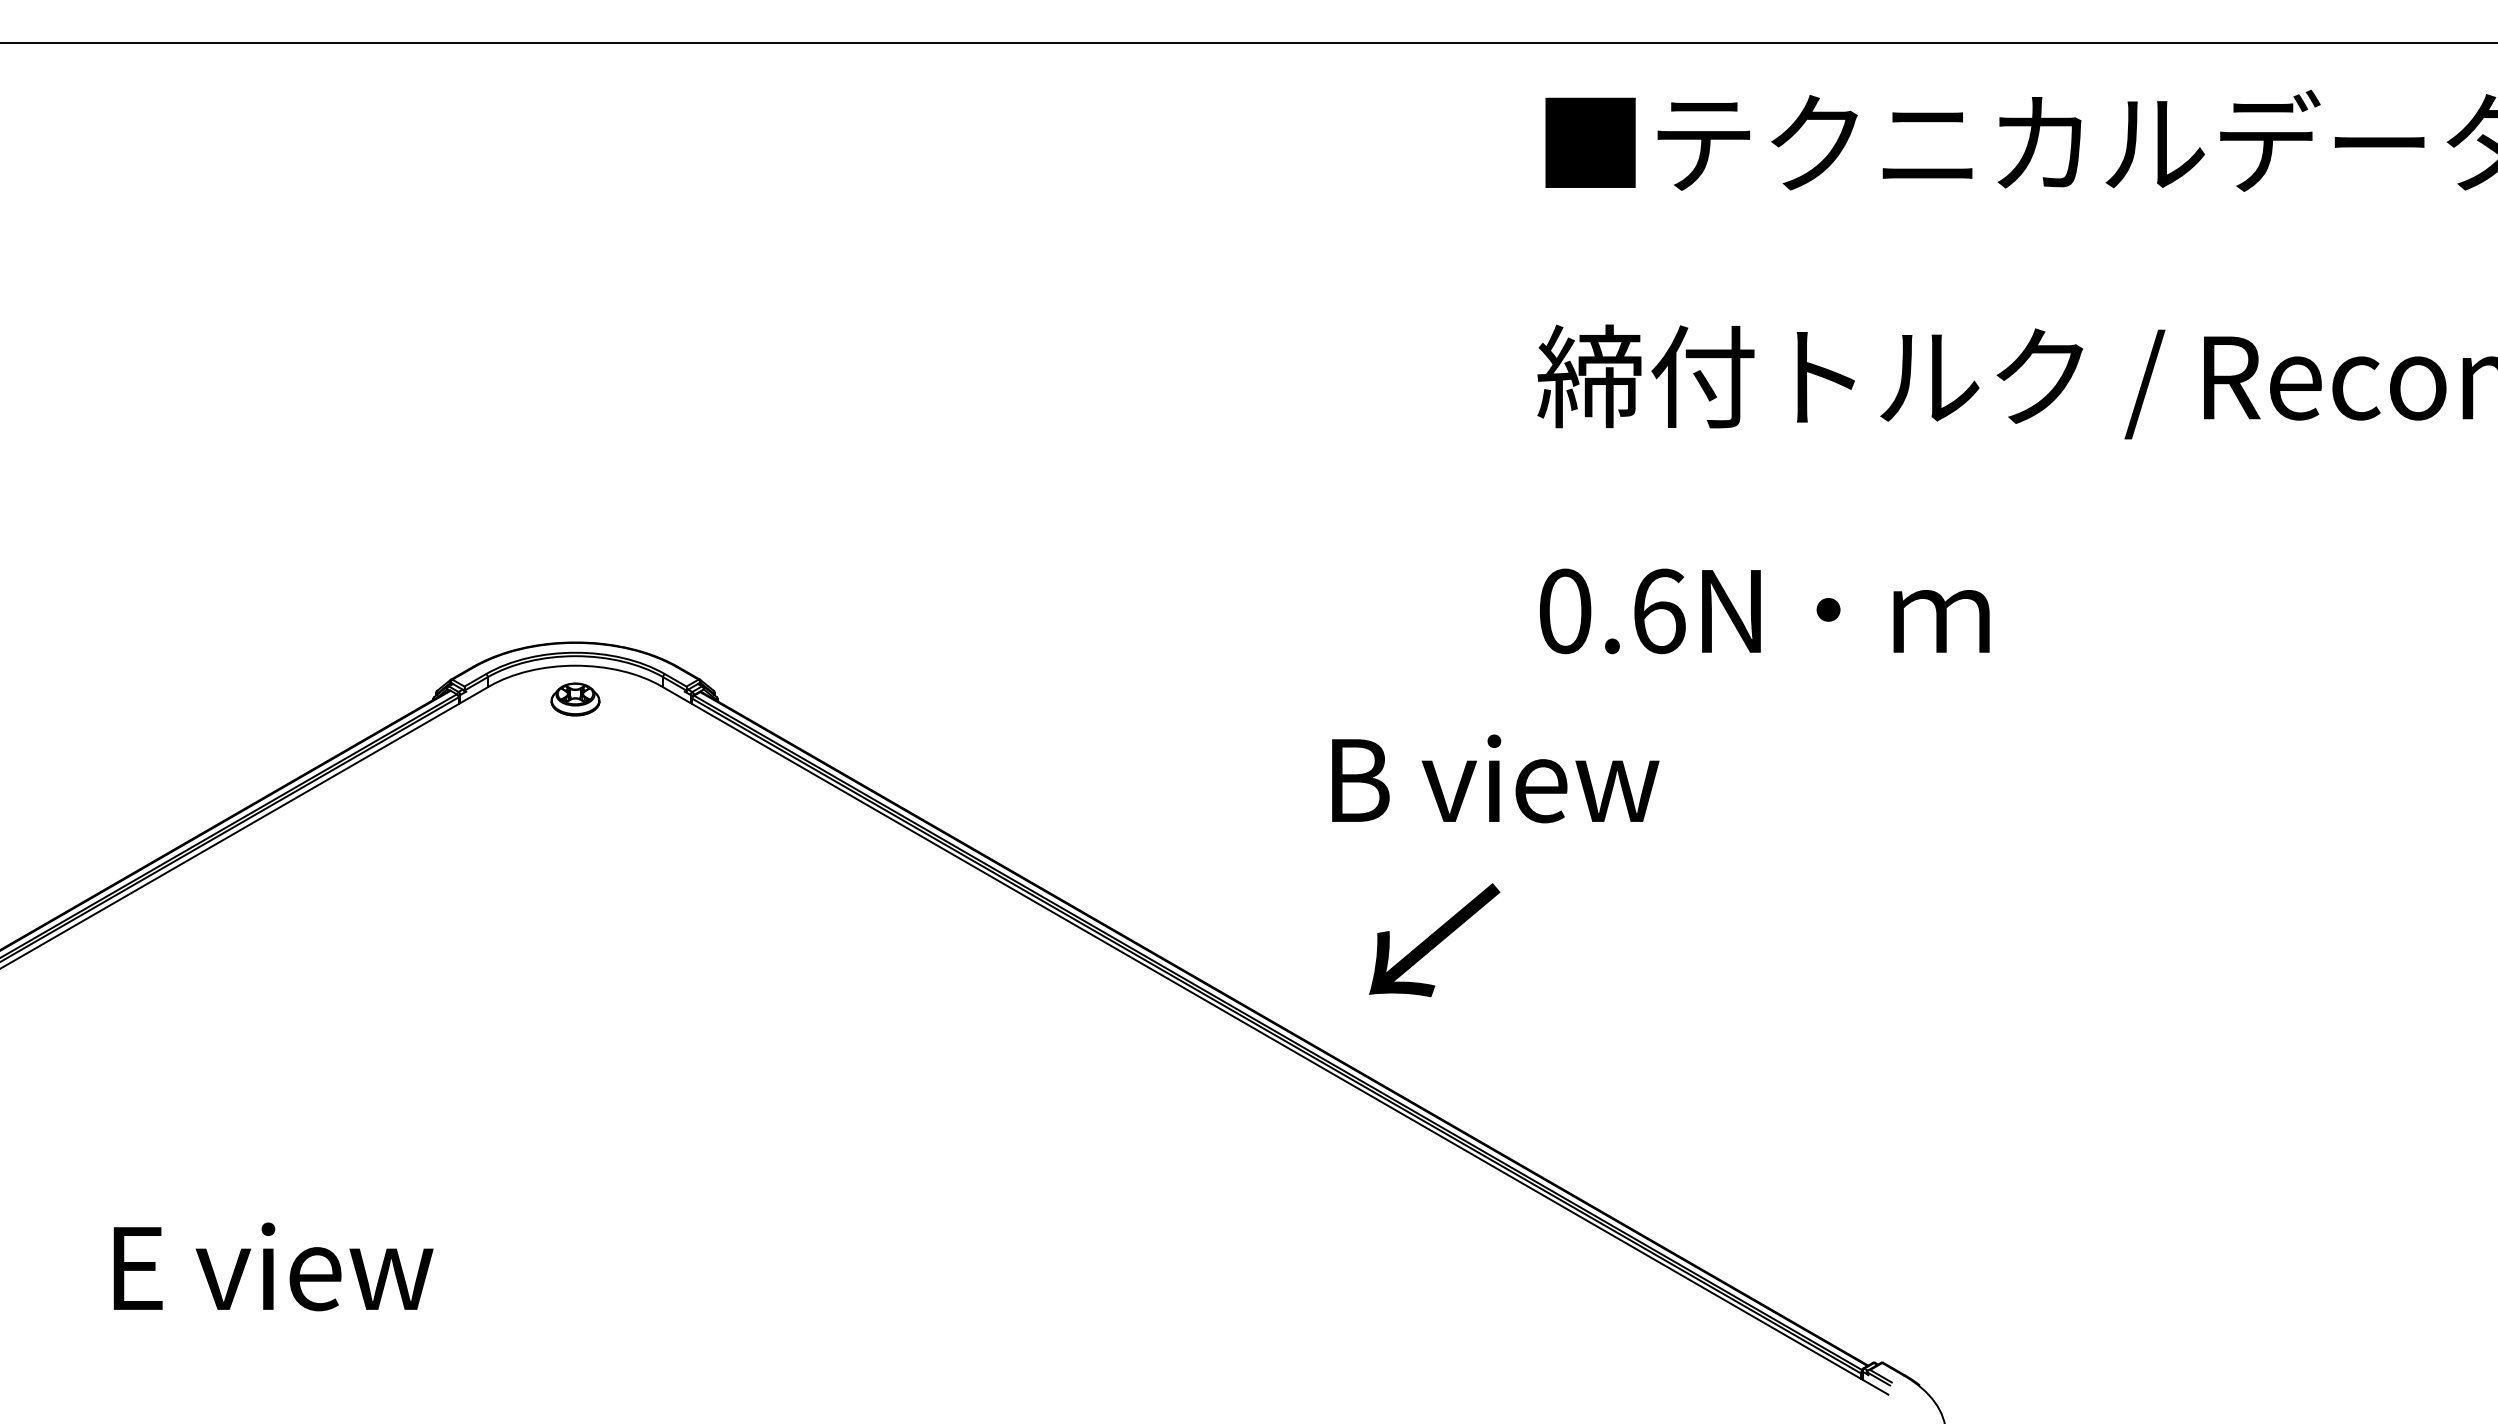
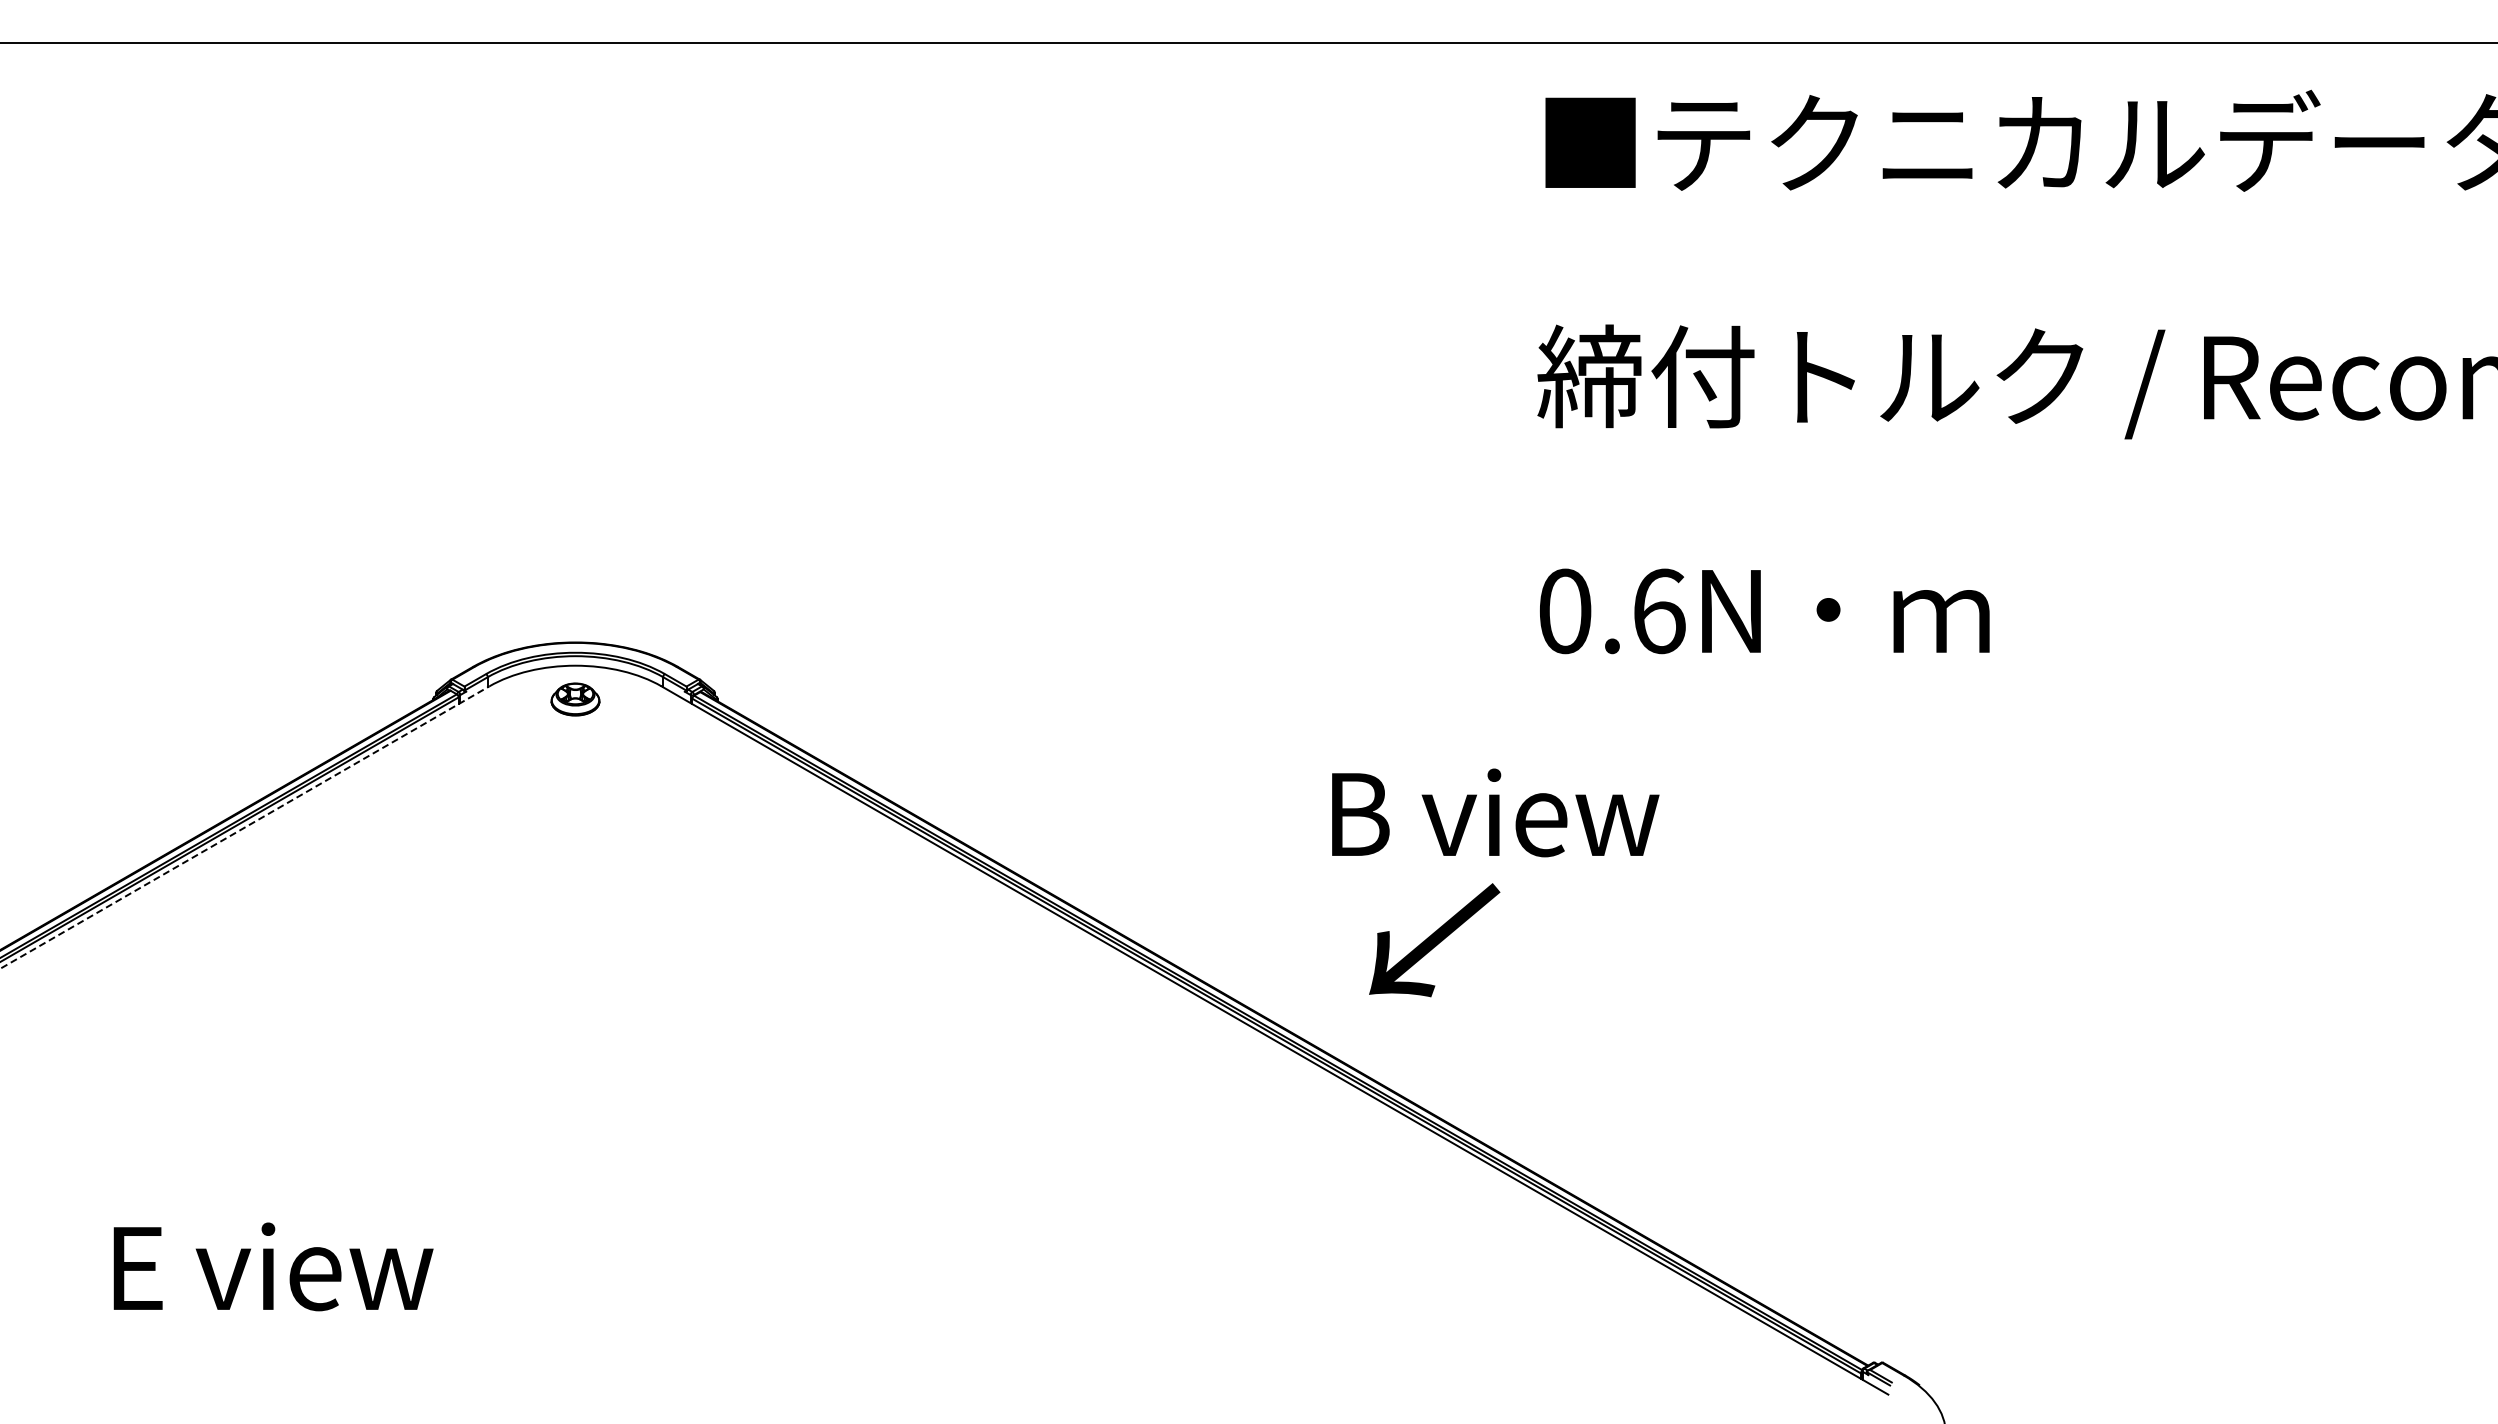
text at (1495, 778) position: (1495, 778) -> (1495, 812)
line at (245, 827): solid -> dashed
